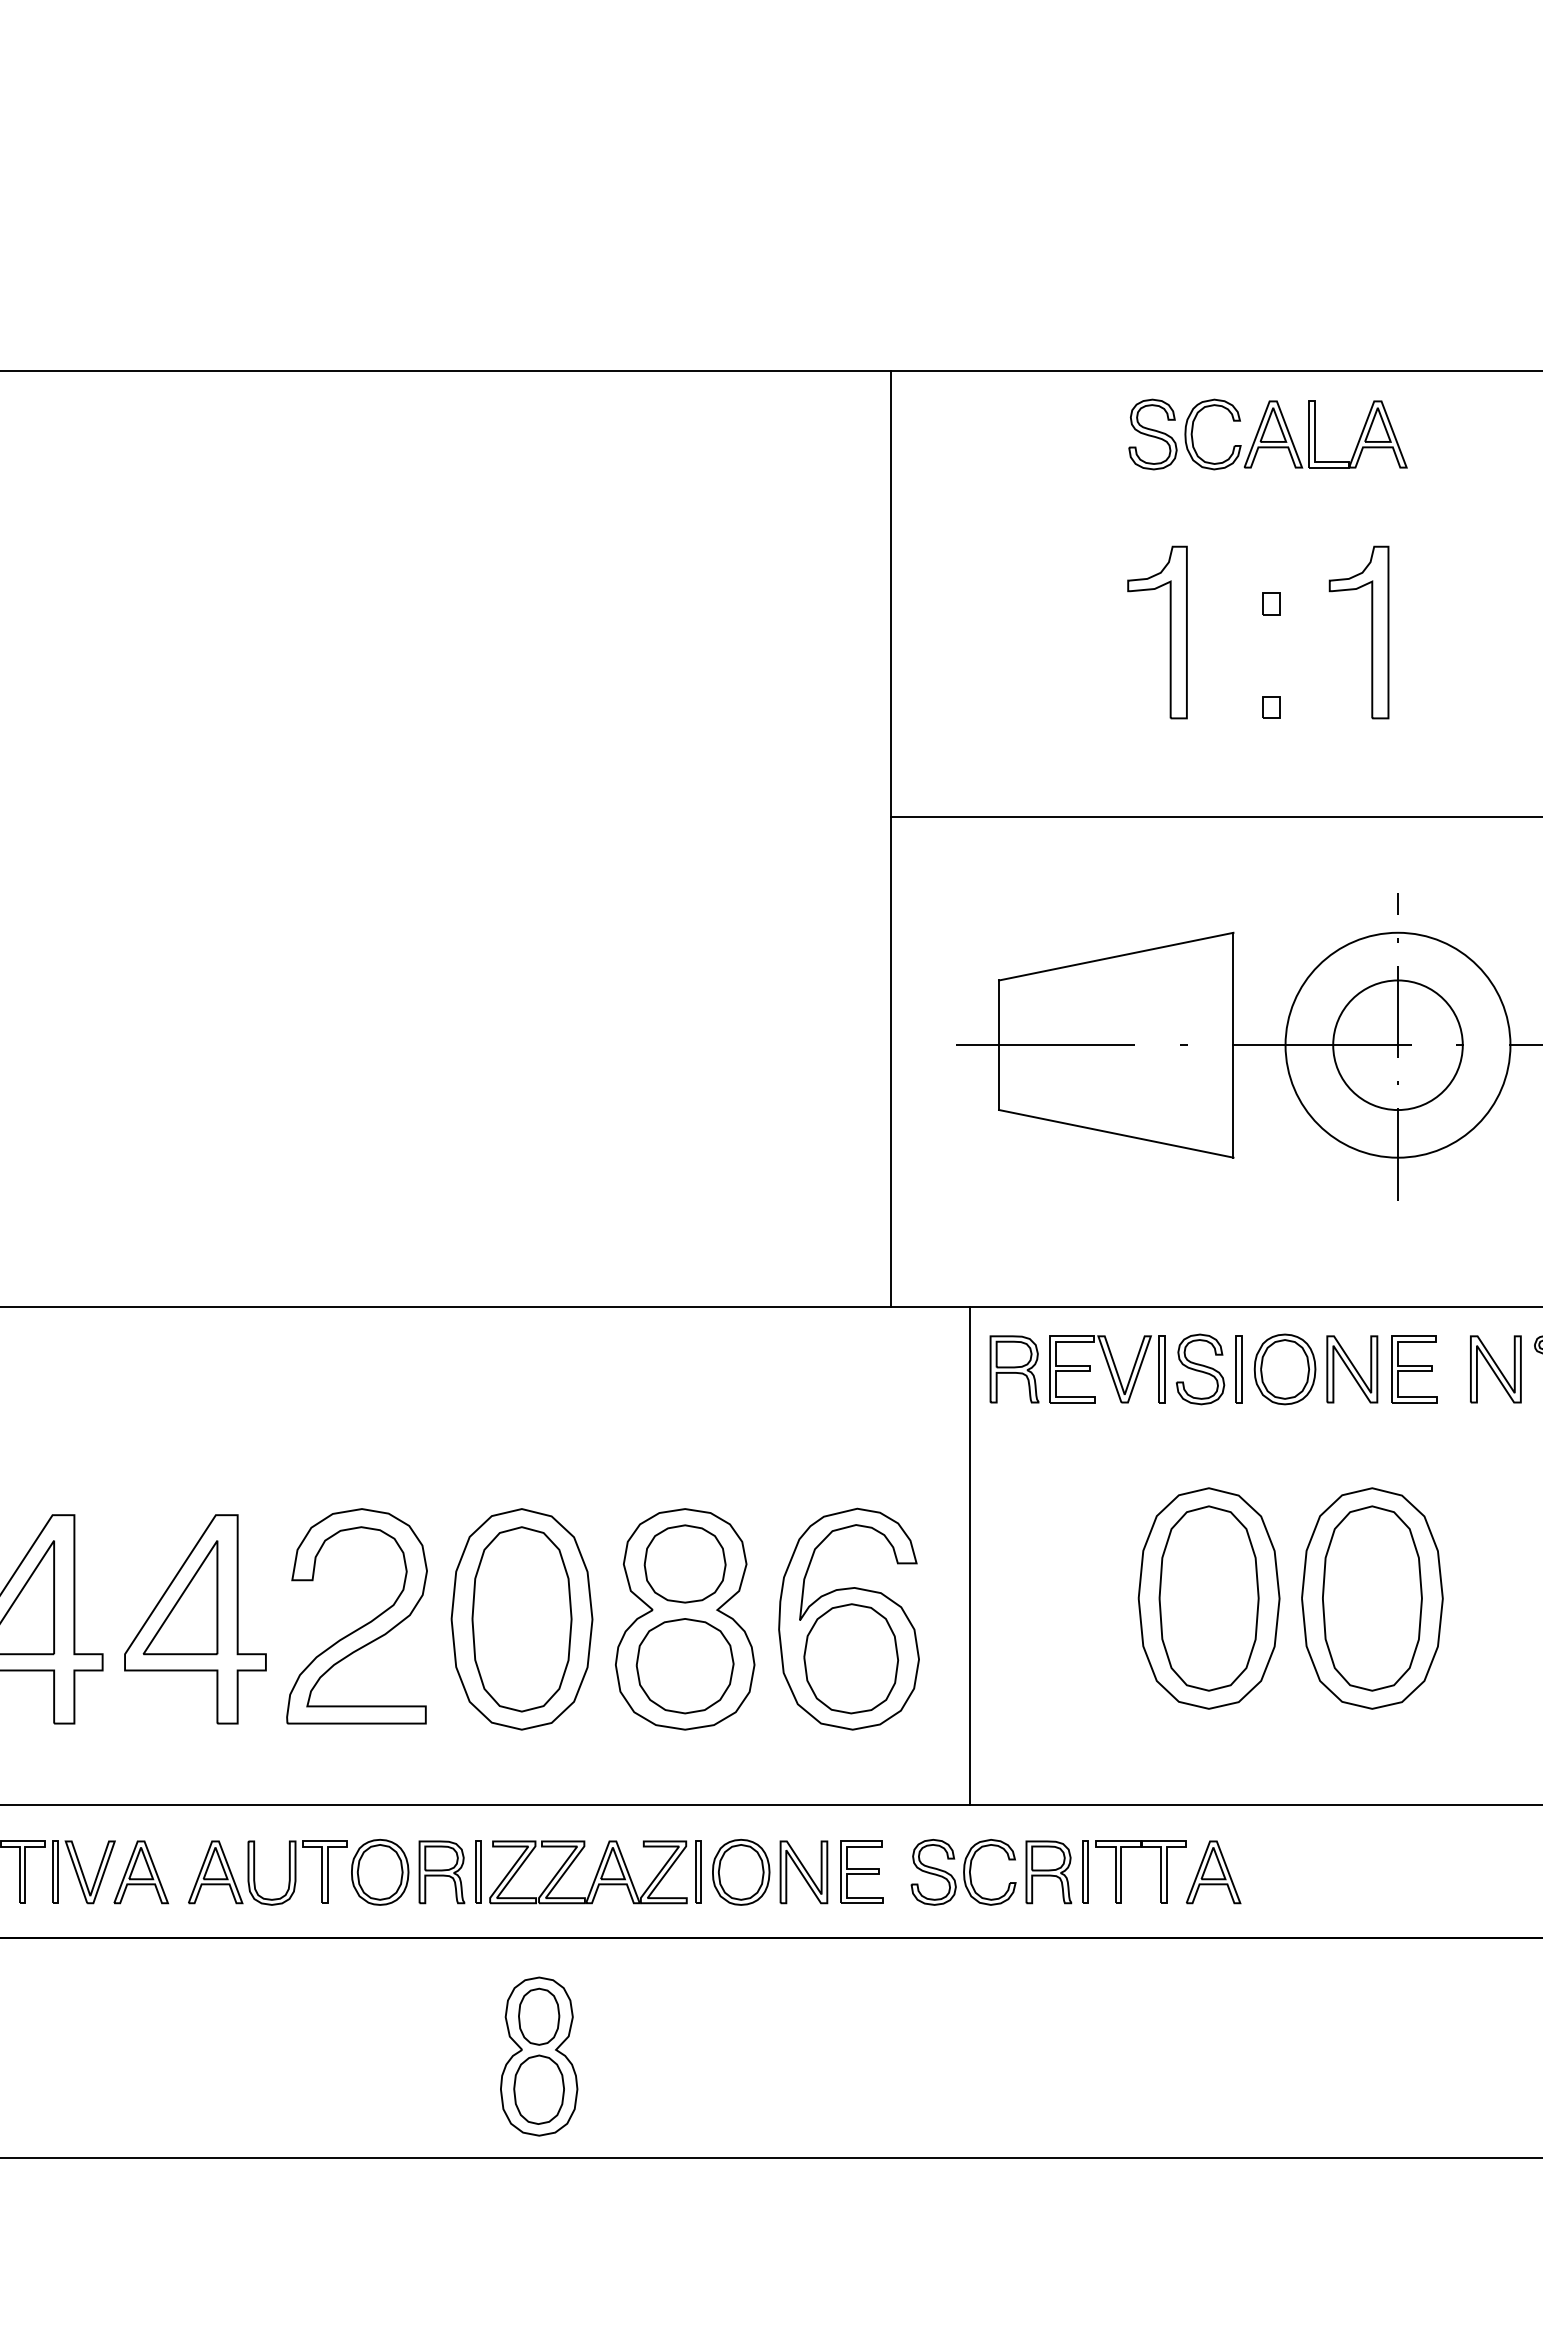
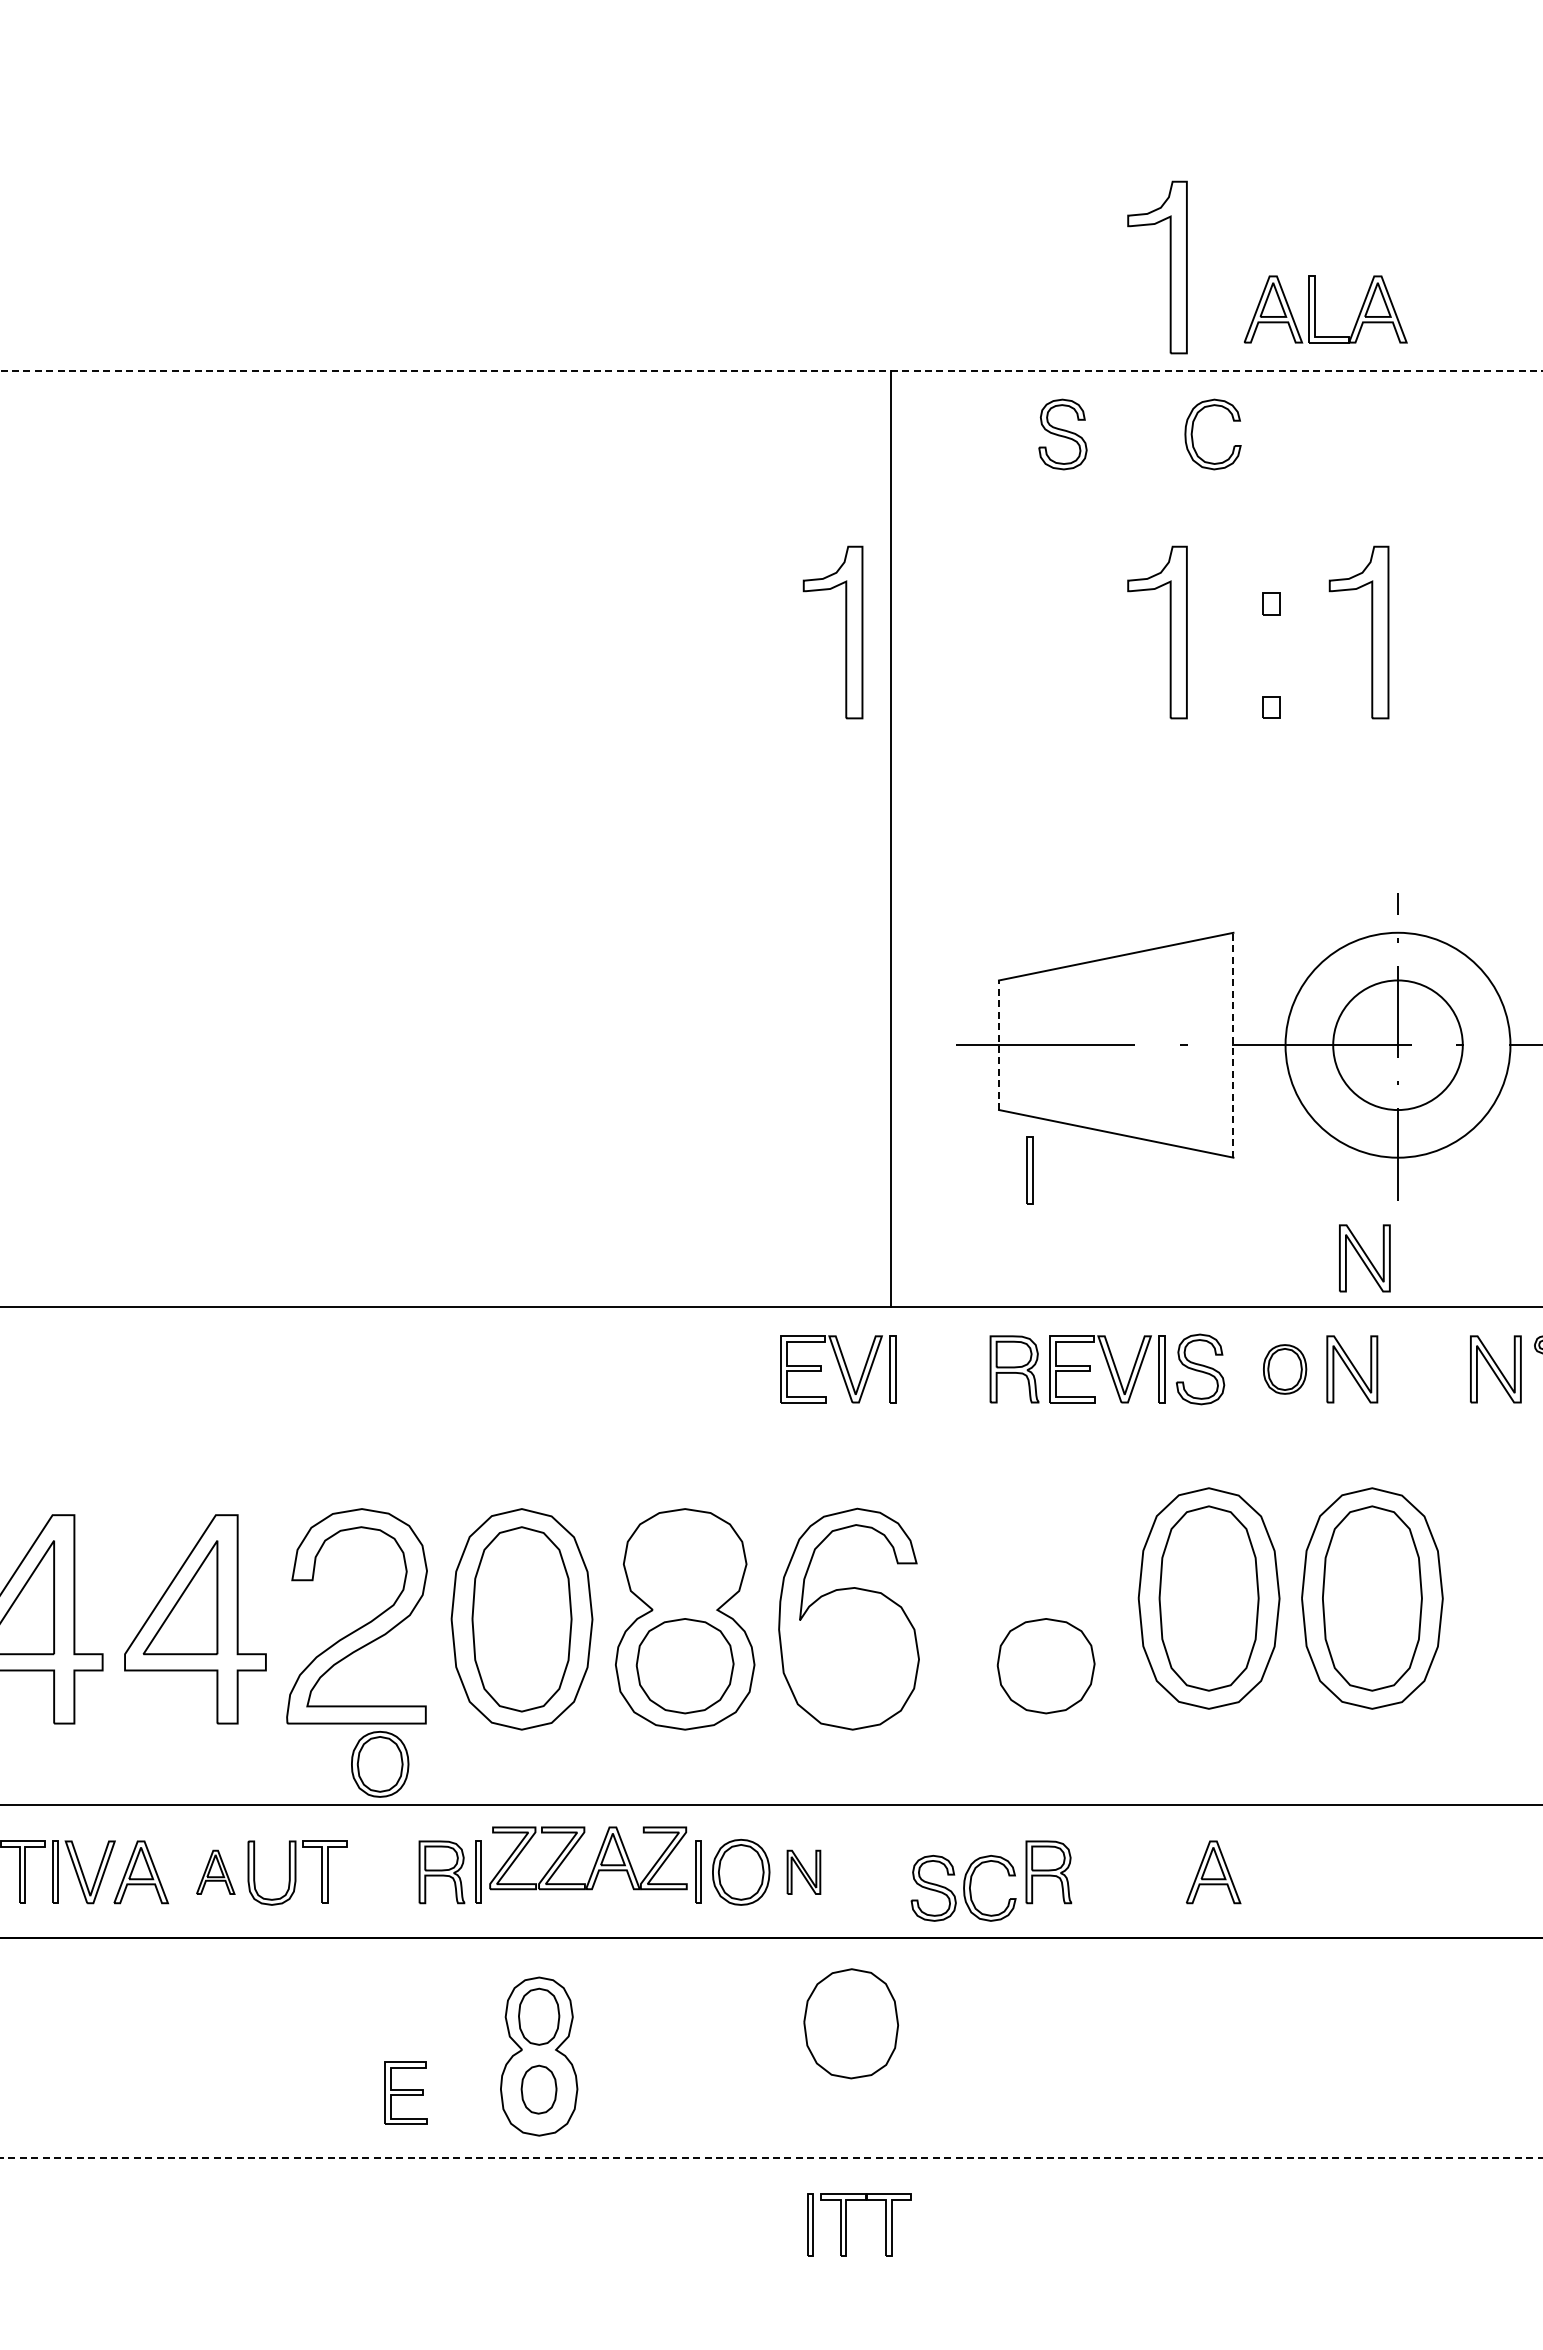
part at (1169, 267): none -> present
line at (771, 370): solid -> dashed
part at (1152, 434) position: (1152, 434) -> (1062, 434)
part at (1315, 434) position: (1315, 434) -> (1315, 309)
part at (845, 632): none -> present
line at (1214, 817): present -> none
line at (1233, 1044): solid -> dashed
line at (999, 1045): solid -> dashed
part at (1364, 1258): none -> present
part at (838, 1369): none -> present
part at (1238, 1369) position: (1238, 1369) -> (1029, 1170)
part at (1284, 1369) size: 64x73 px -> 45x51 px
part at (1414, 1369): present -> none
line at (969, 1555): present -> none
part at (684, 1563): present -> none
part at (851, 1658) position: (851, 1658) -> (851, 2023)
part at (1045, 1666): none -> present
part at (861, 1871) position: (861, 1871) -> (405, 2092)
part at (1121, 1871) position: (1121, 1871) -> (846, 2224)
part at (215, 1872) size: 56x65 px -> 40x46 px
part at (380, 1872) position: (380, 1872) -> (380, 1764)
part at (803, 1872) size: 50x65 px -> 36x46 px
part at (963, 1872) position: (963, 1872) -> (963, 1888)
part at (595, 1875) position: (595, 1875) -> (595, 1861)
part at (538, 2089) size: 52x71 px -> 38x51 px
line at (772, 2158): solid -> dashed
